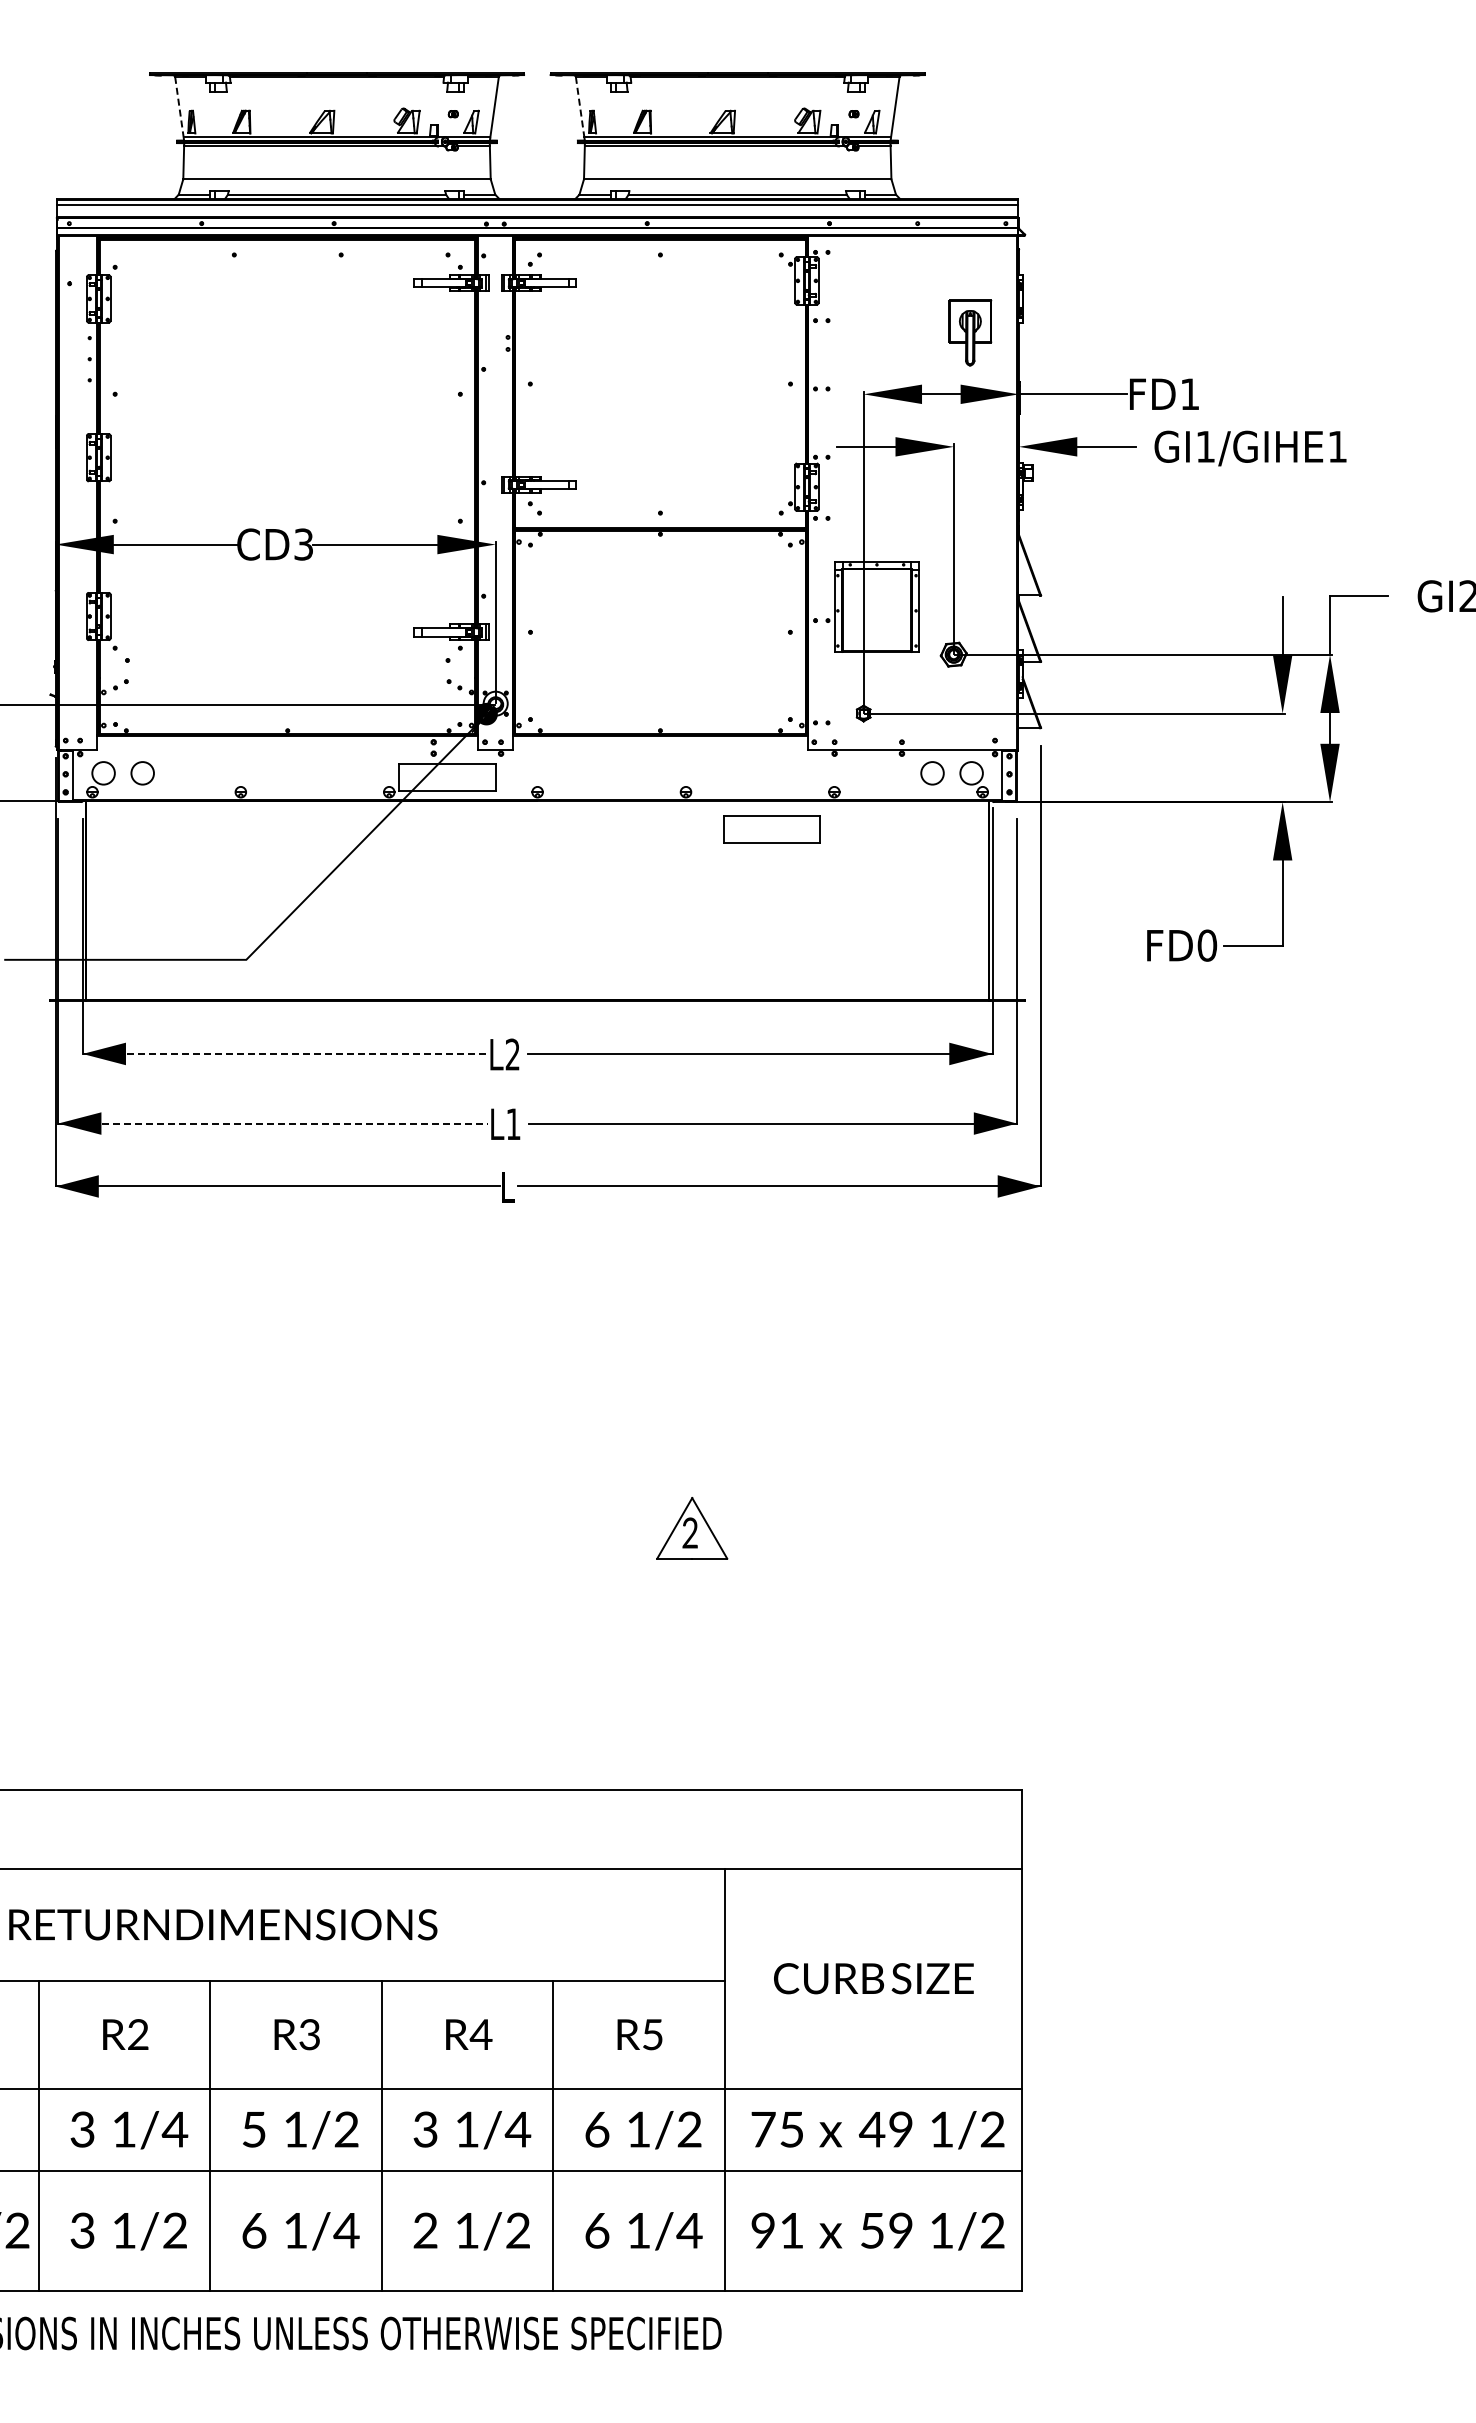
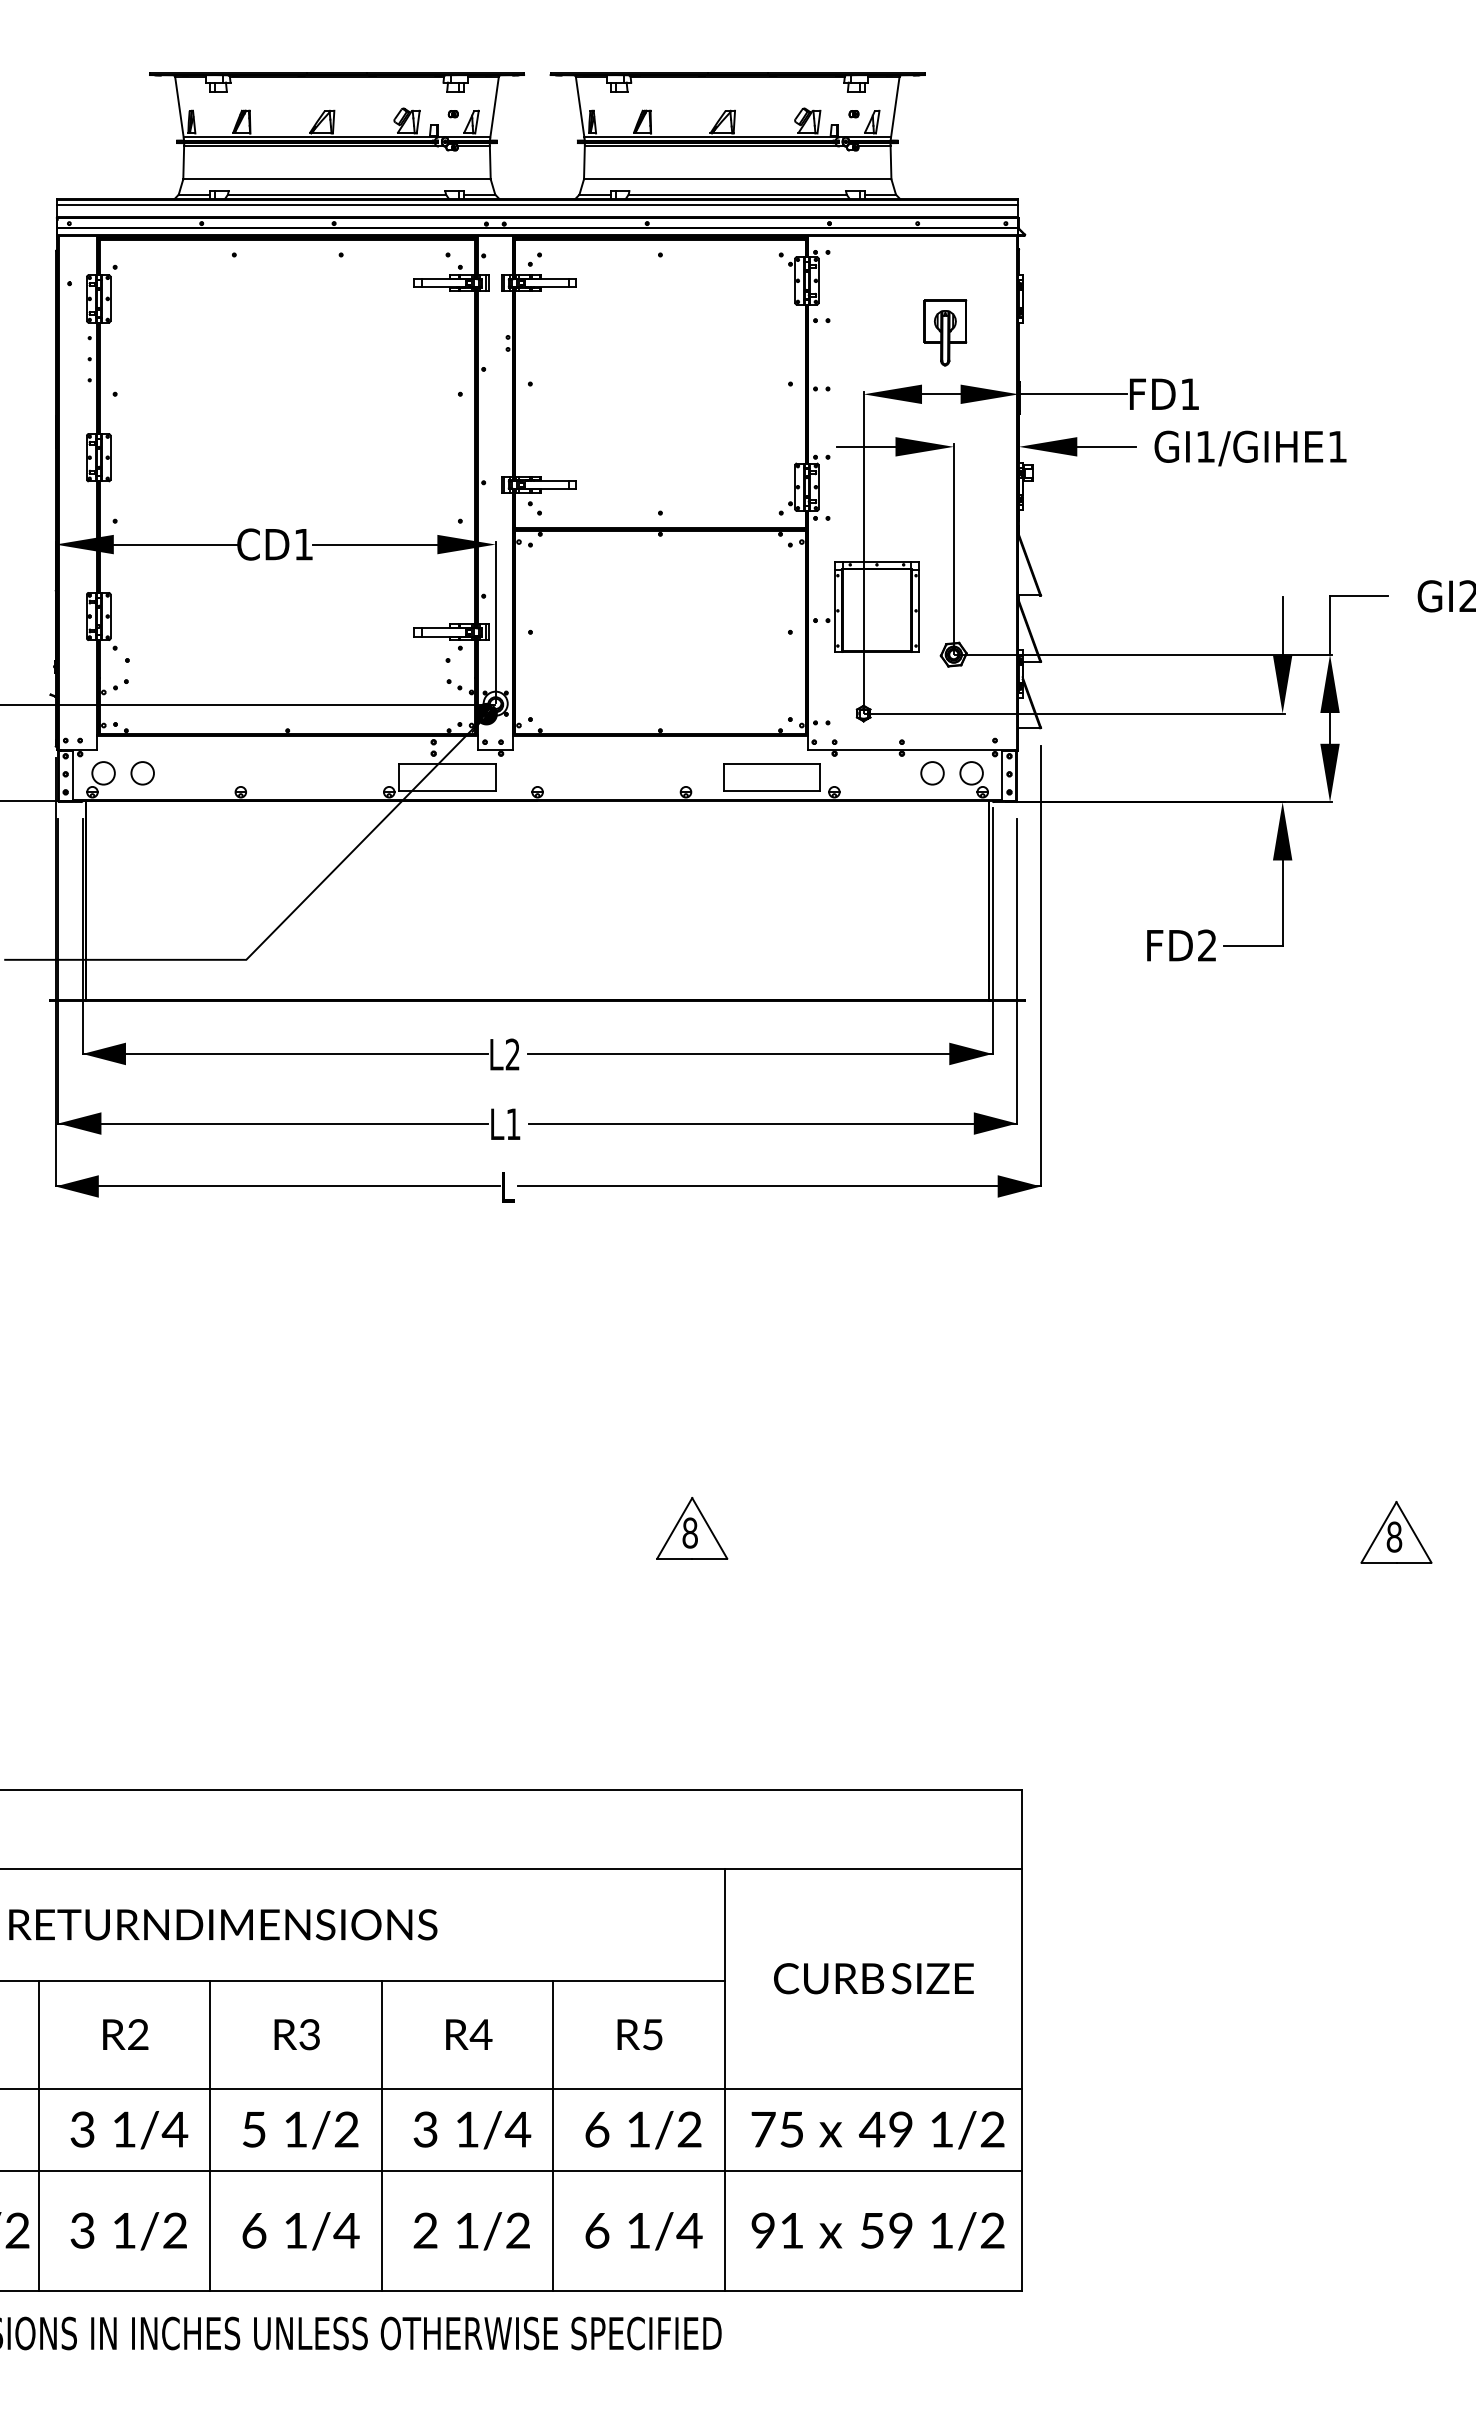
line at (179, 107): dashed -> solid
line at (580, 107): dashed -> solid
part at (970, 332) position: (970, 332) -> (945, 332)
text at (303, 544): CD3 -> CD1
part at (771, 829) position: (771, 829) -> (771, 777)
text at (1207, 945): FD0 -> FD2
line at (285, 1053): dashed -> solid
line at (273, 1123): dashed -> solid
part at (1396, 1532): none -> present
text at (689, 1533): 2 -> 8
